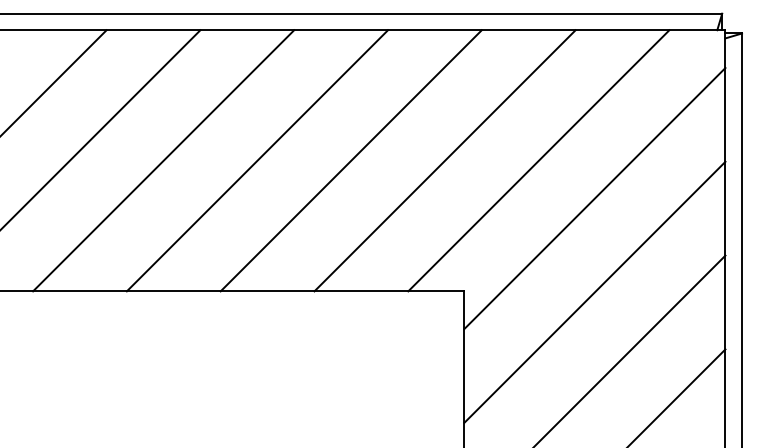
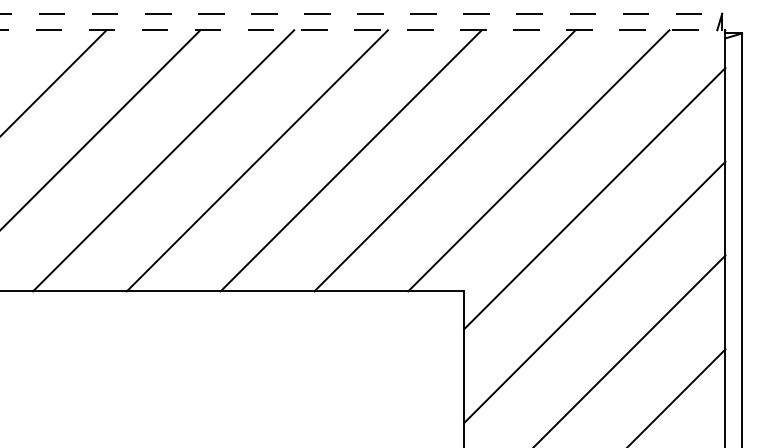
line at (361, 13): solid -> dashed
line at (363, 30): solid -> dashed
